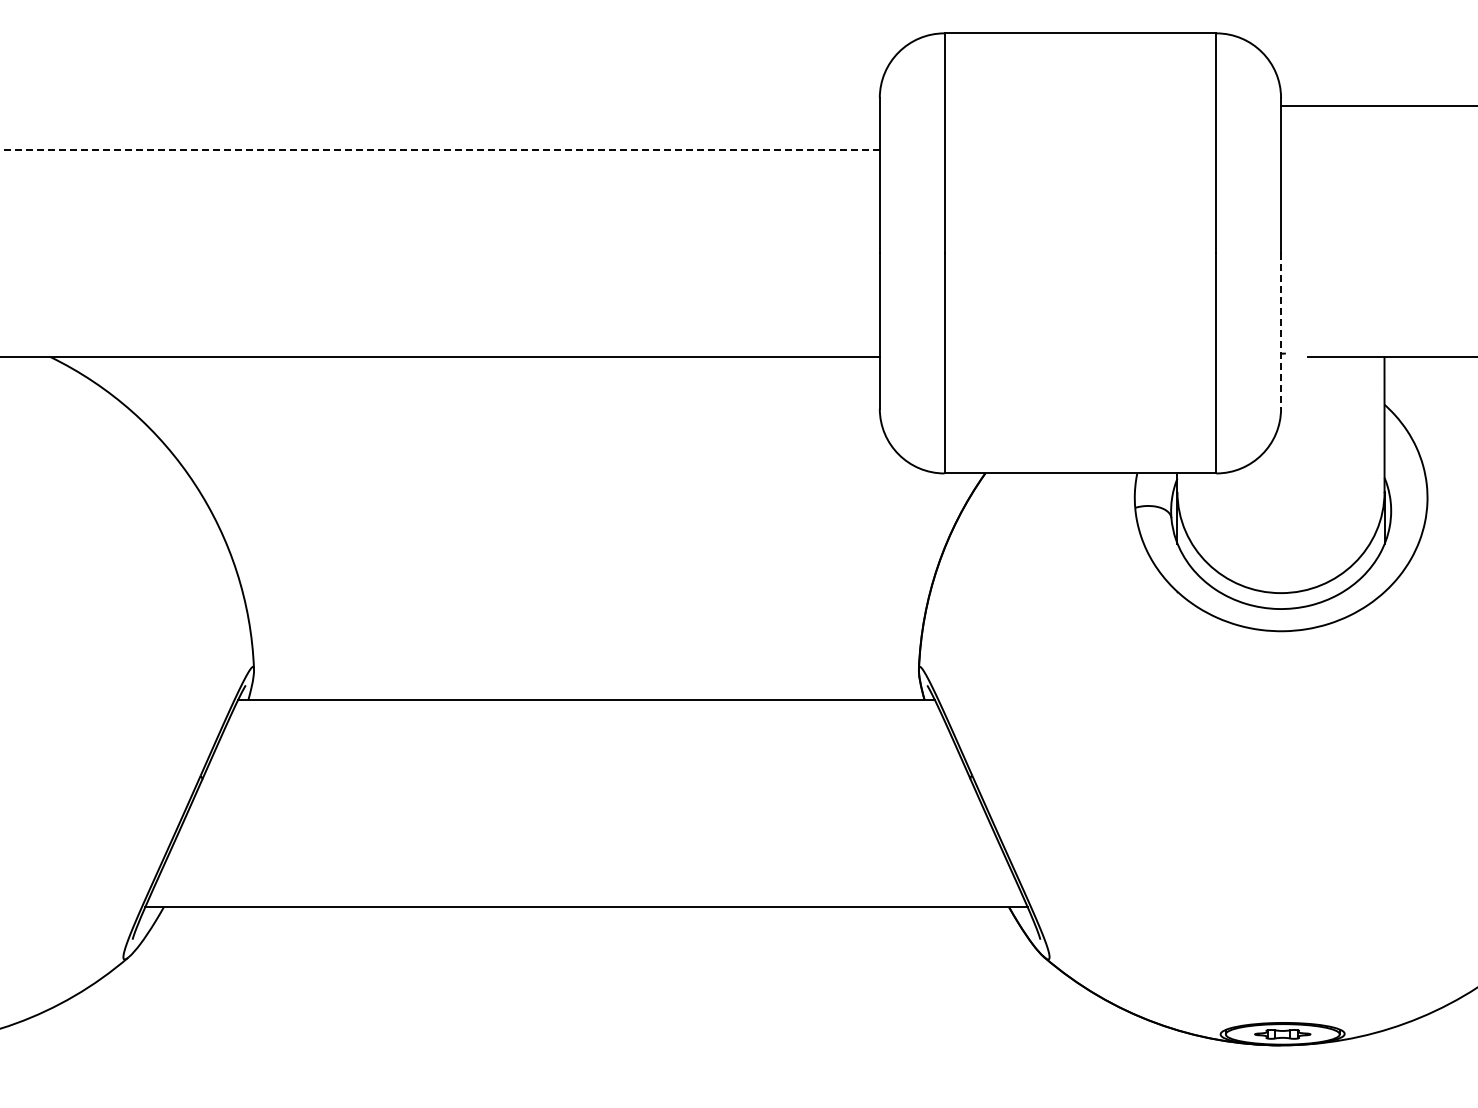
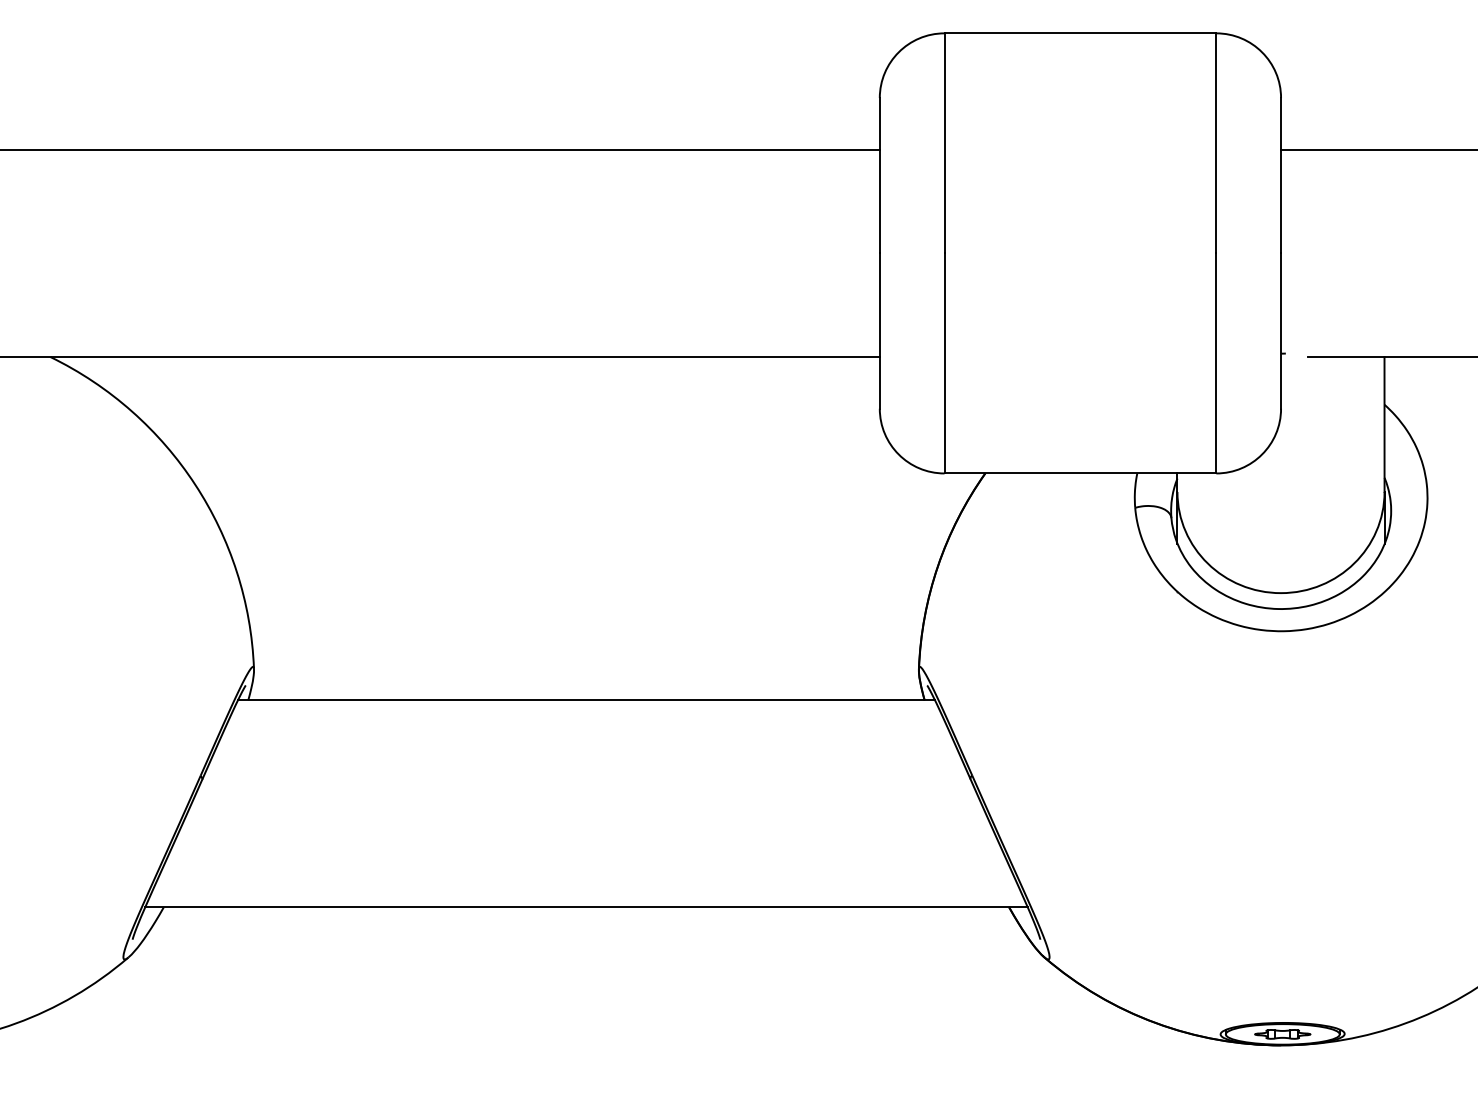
line at (1377, 105) position: (1377, 105) -> (1377, 149)
line at (440, 149): dashed -> solid
line at (1281, 331): dashed -> solid
